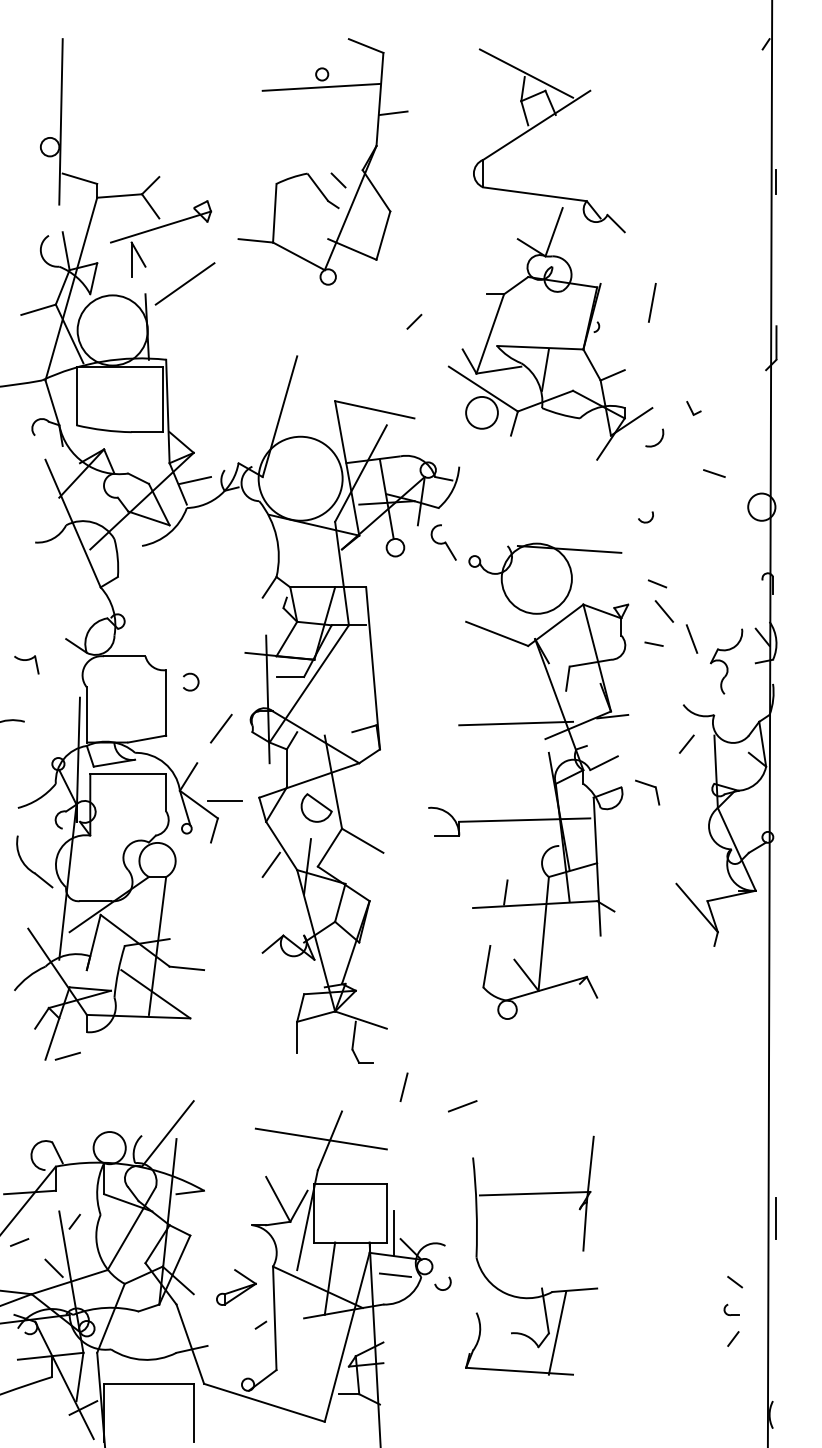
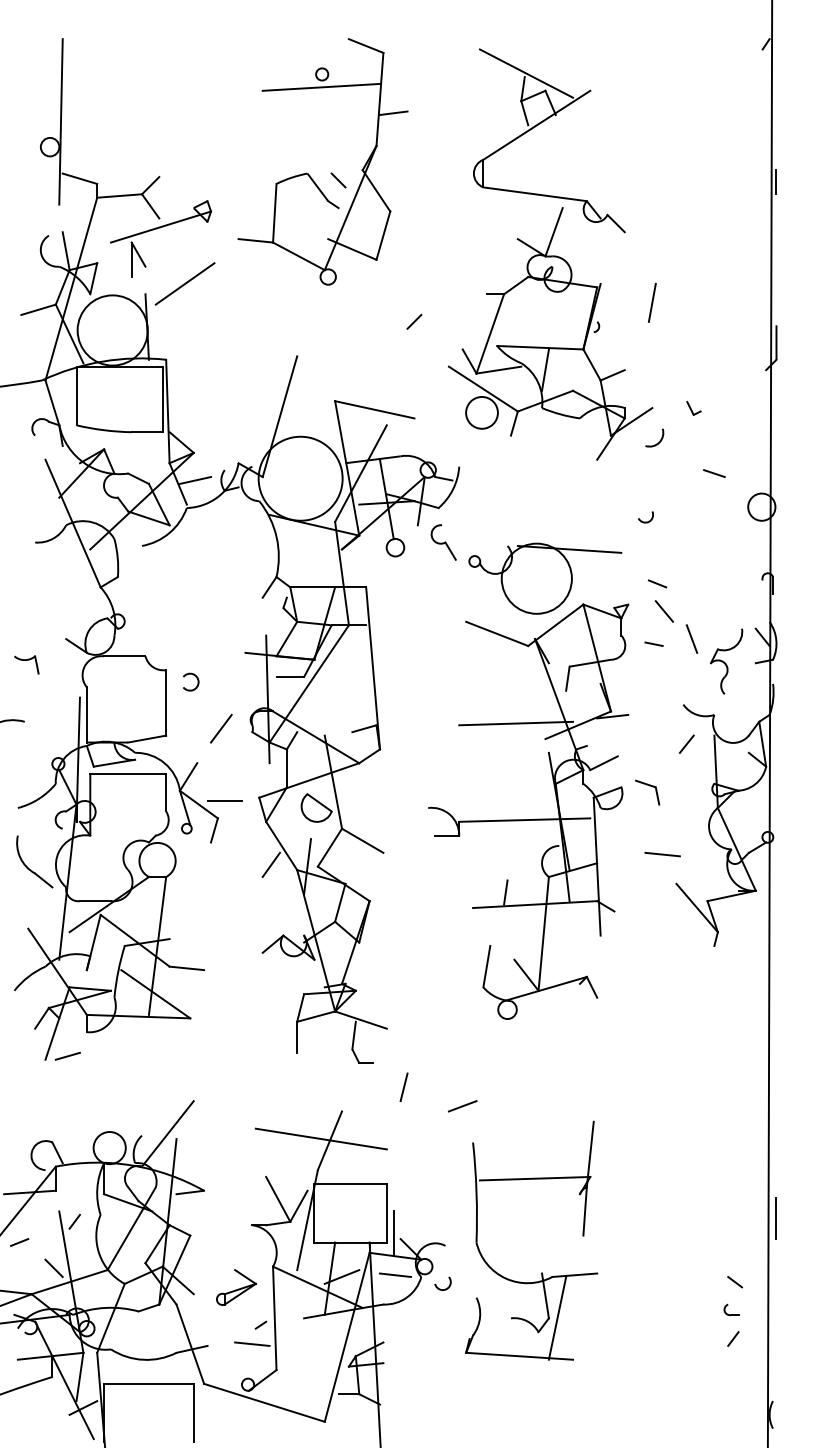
line at (662, 854): none -> present
line at (341, 1276): none -> present
part at (541, 1287) position: (541, 1287) -> (541, 1272)
line at (252, 1343): none -> present
